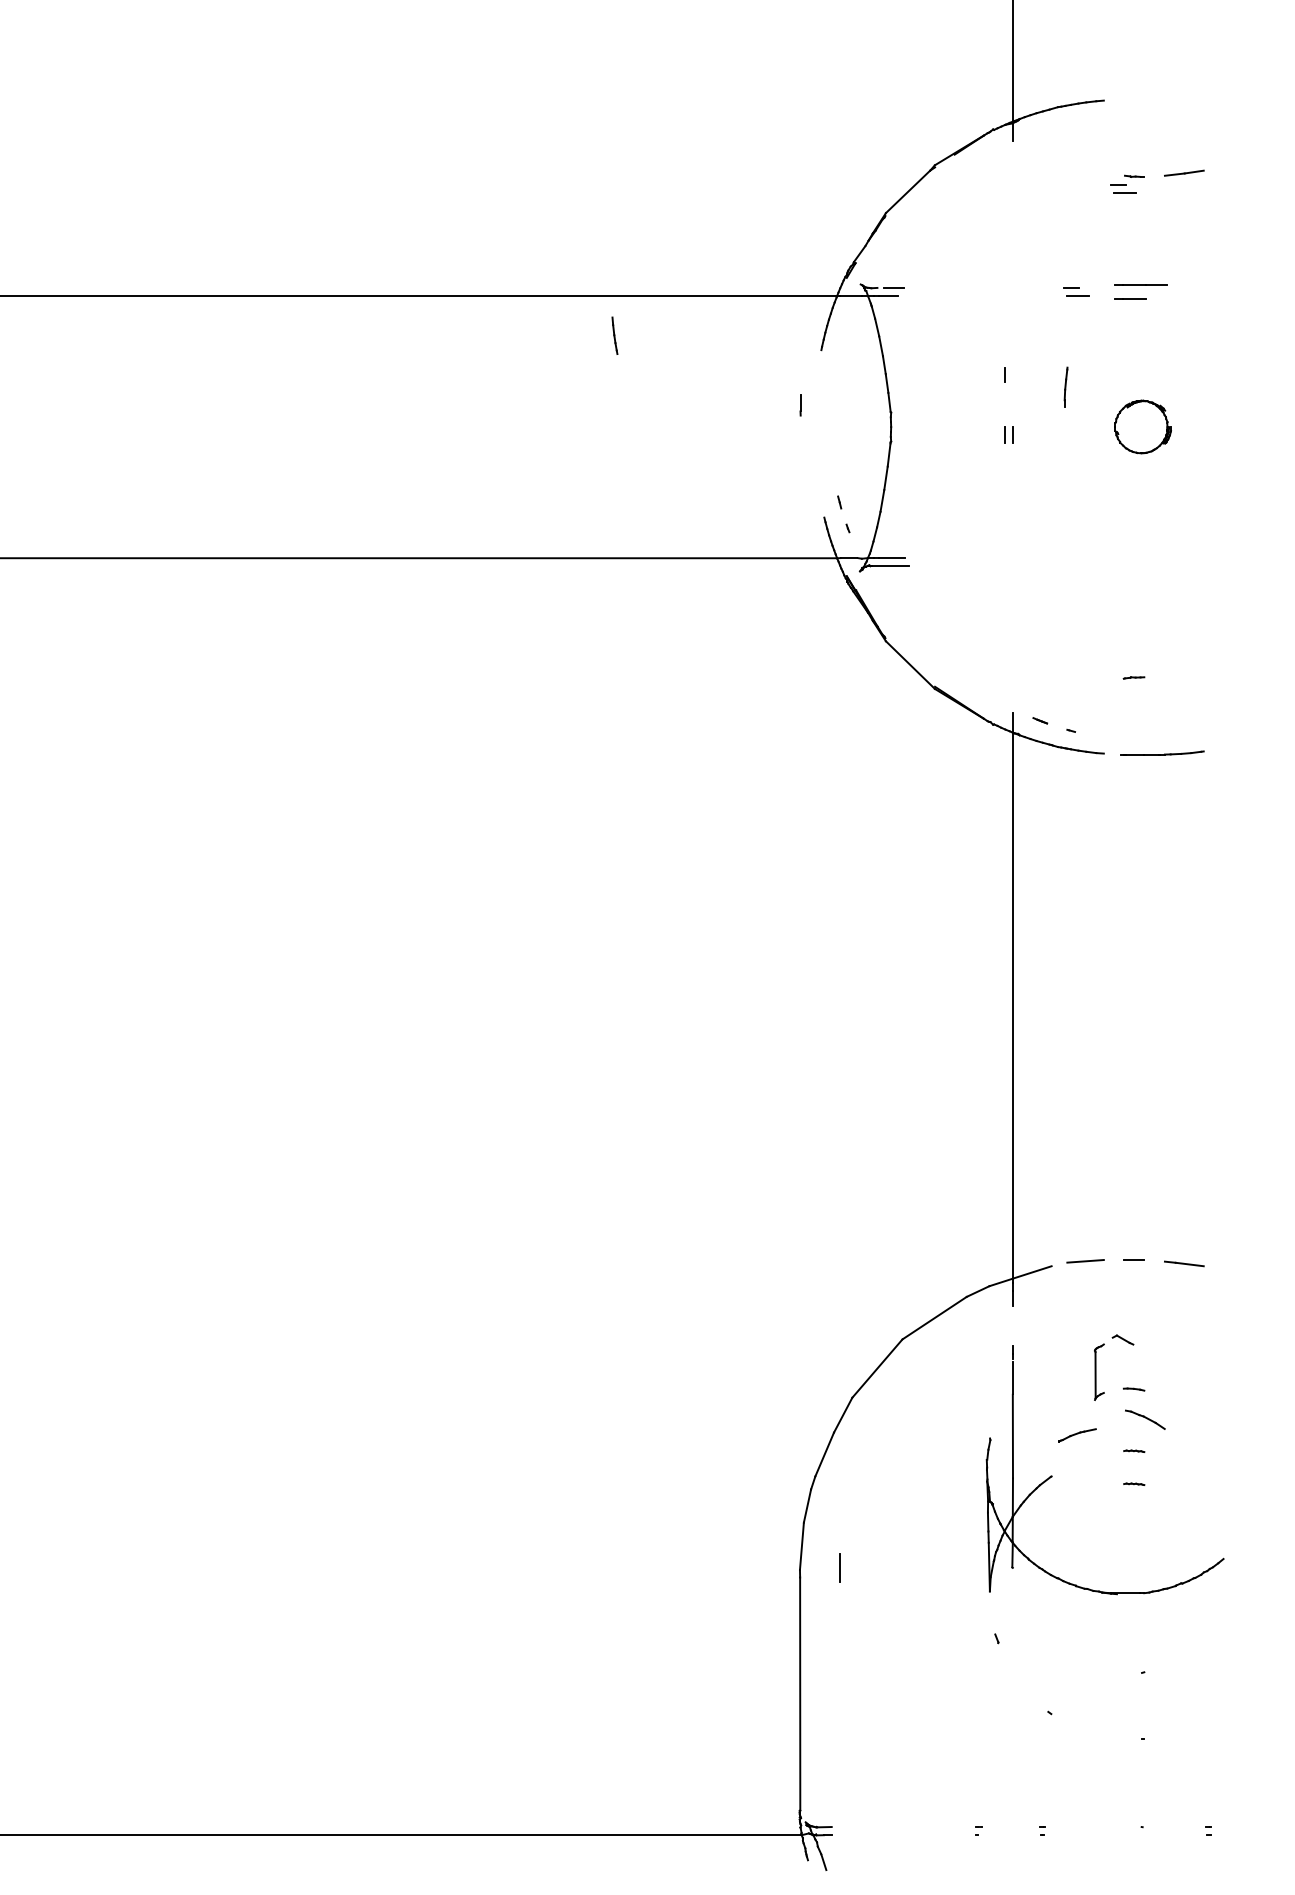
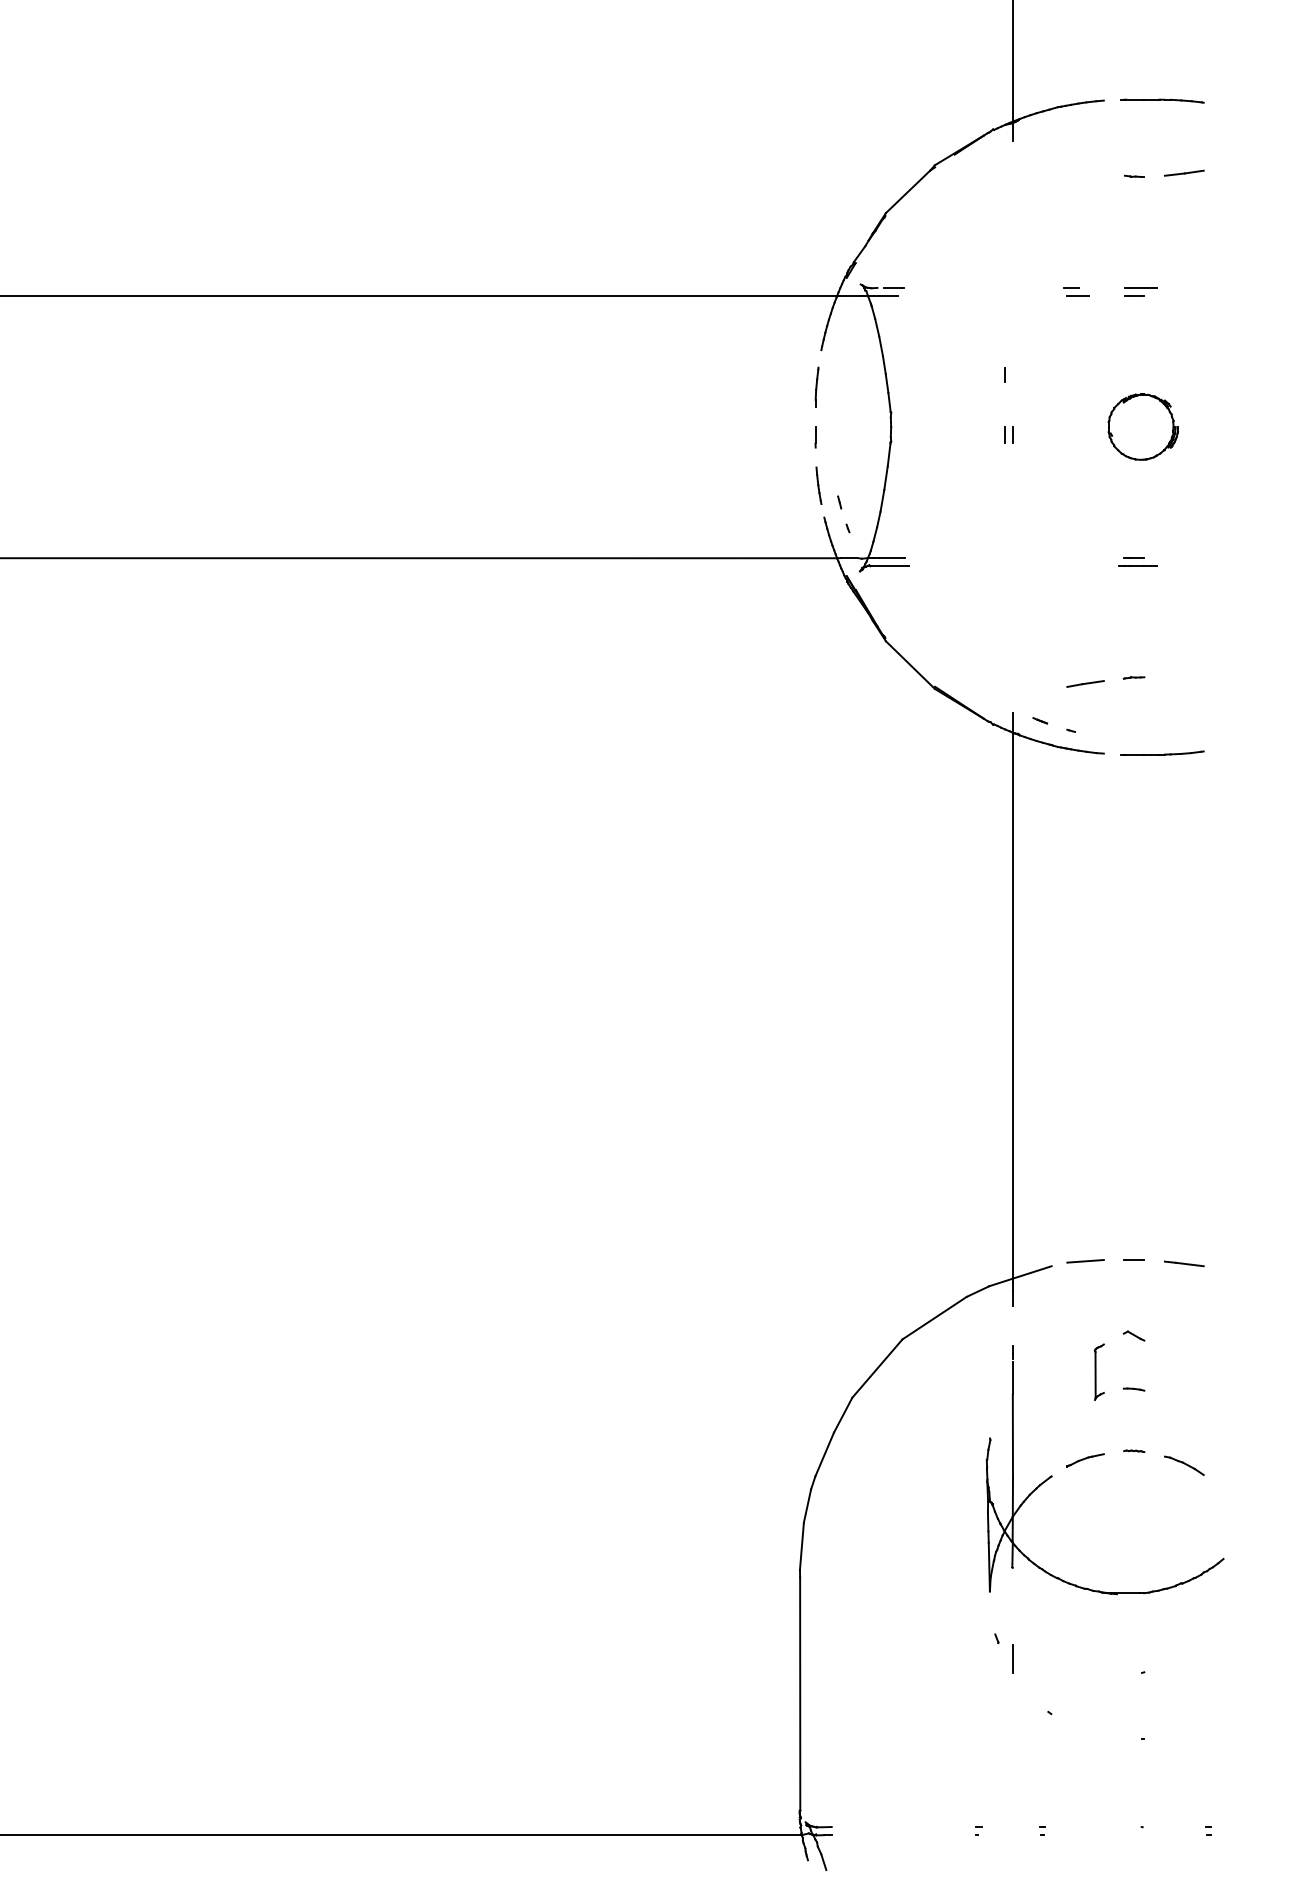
part at (1162, 100): none -> present
part at (1123, 188): present -> none
part at (1140, 291) size: 54x16 px -> 34x10 px
line at (614, 335) position: (614, 335) -> (818, 485)
line at (1065, 386) position: (1065, 386) -> (816, 386)
line at (800, 405) position: (800, 405) -> (815, 437)
part at (1142, 426) size: 58x56 px -> 72x68 px
part at (1137, 561): none -> present
line at (1085, 683): none -> present
part at (1122, 1339) position: (1122, 1339) -> (1133, 1335)
part at (1145, 1419) position: (1145, 1419) -> (1184, 1465)
part at (1077, 1435) position: (1077, 1435) -> (1085, 1460)
line at (1134, 1483): present -> none
line at (839, 1567) position: (839, 1567) -> (1012, 1658)
